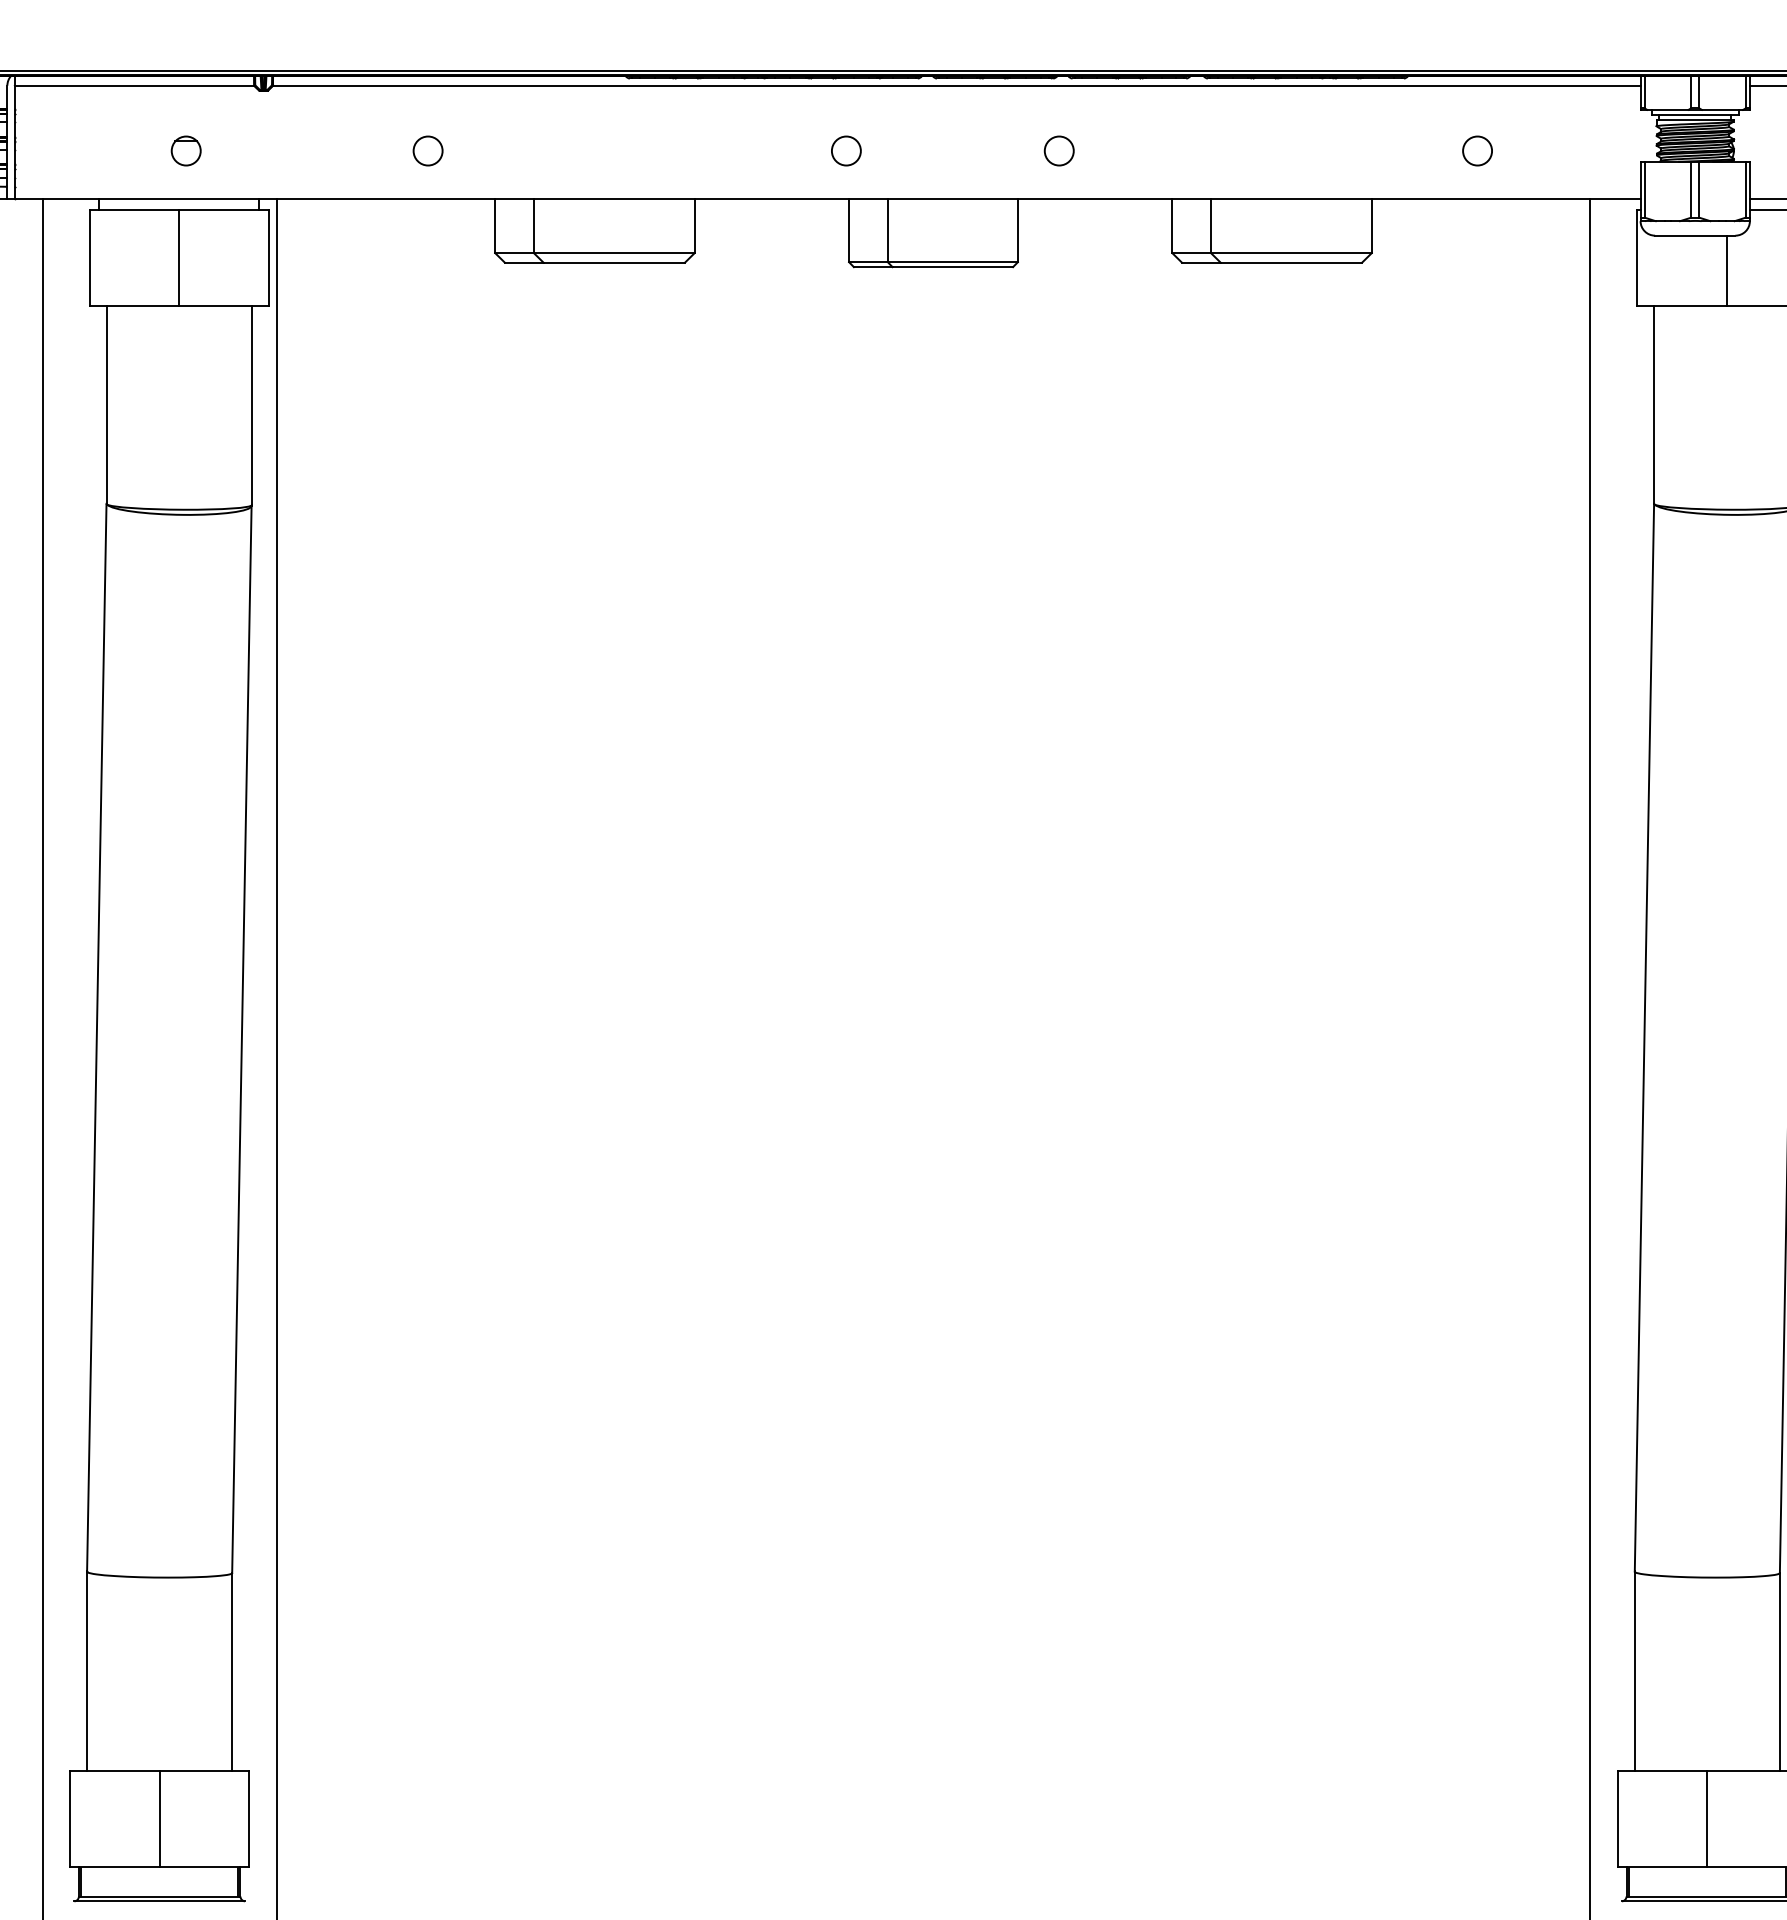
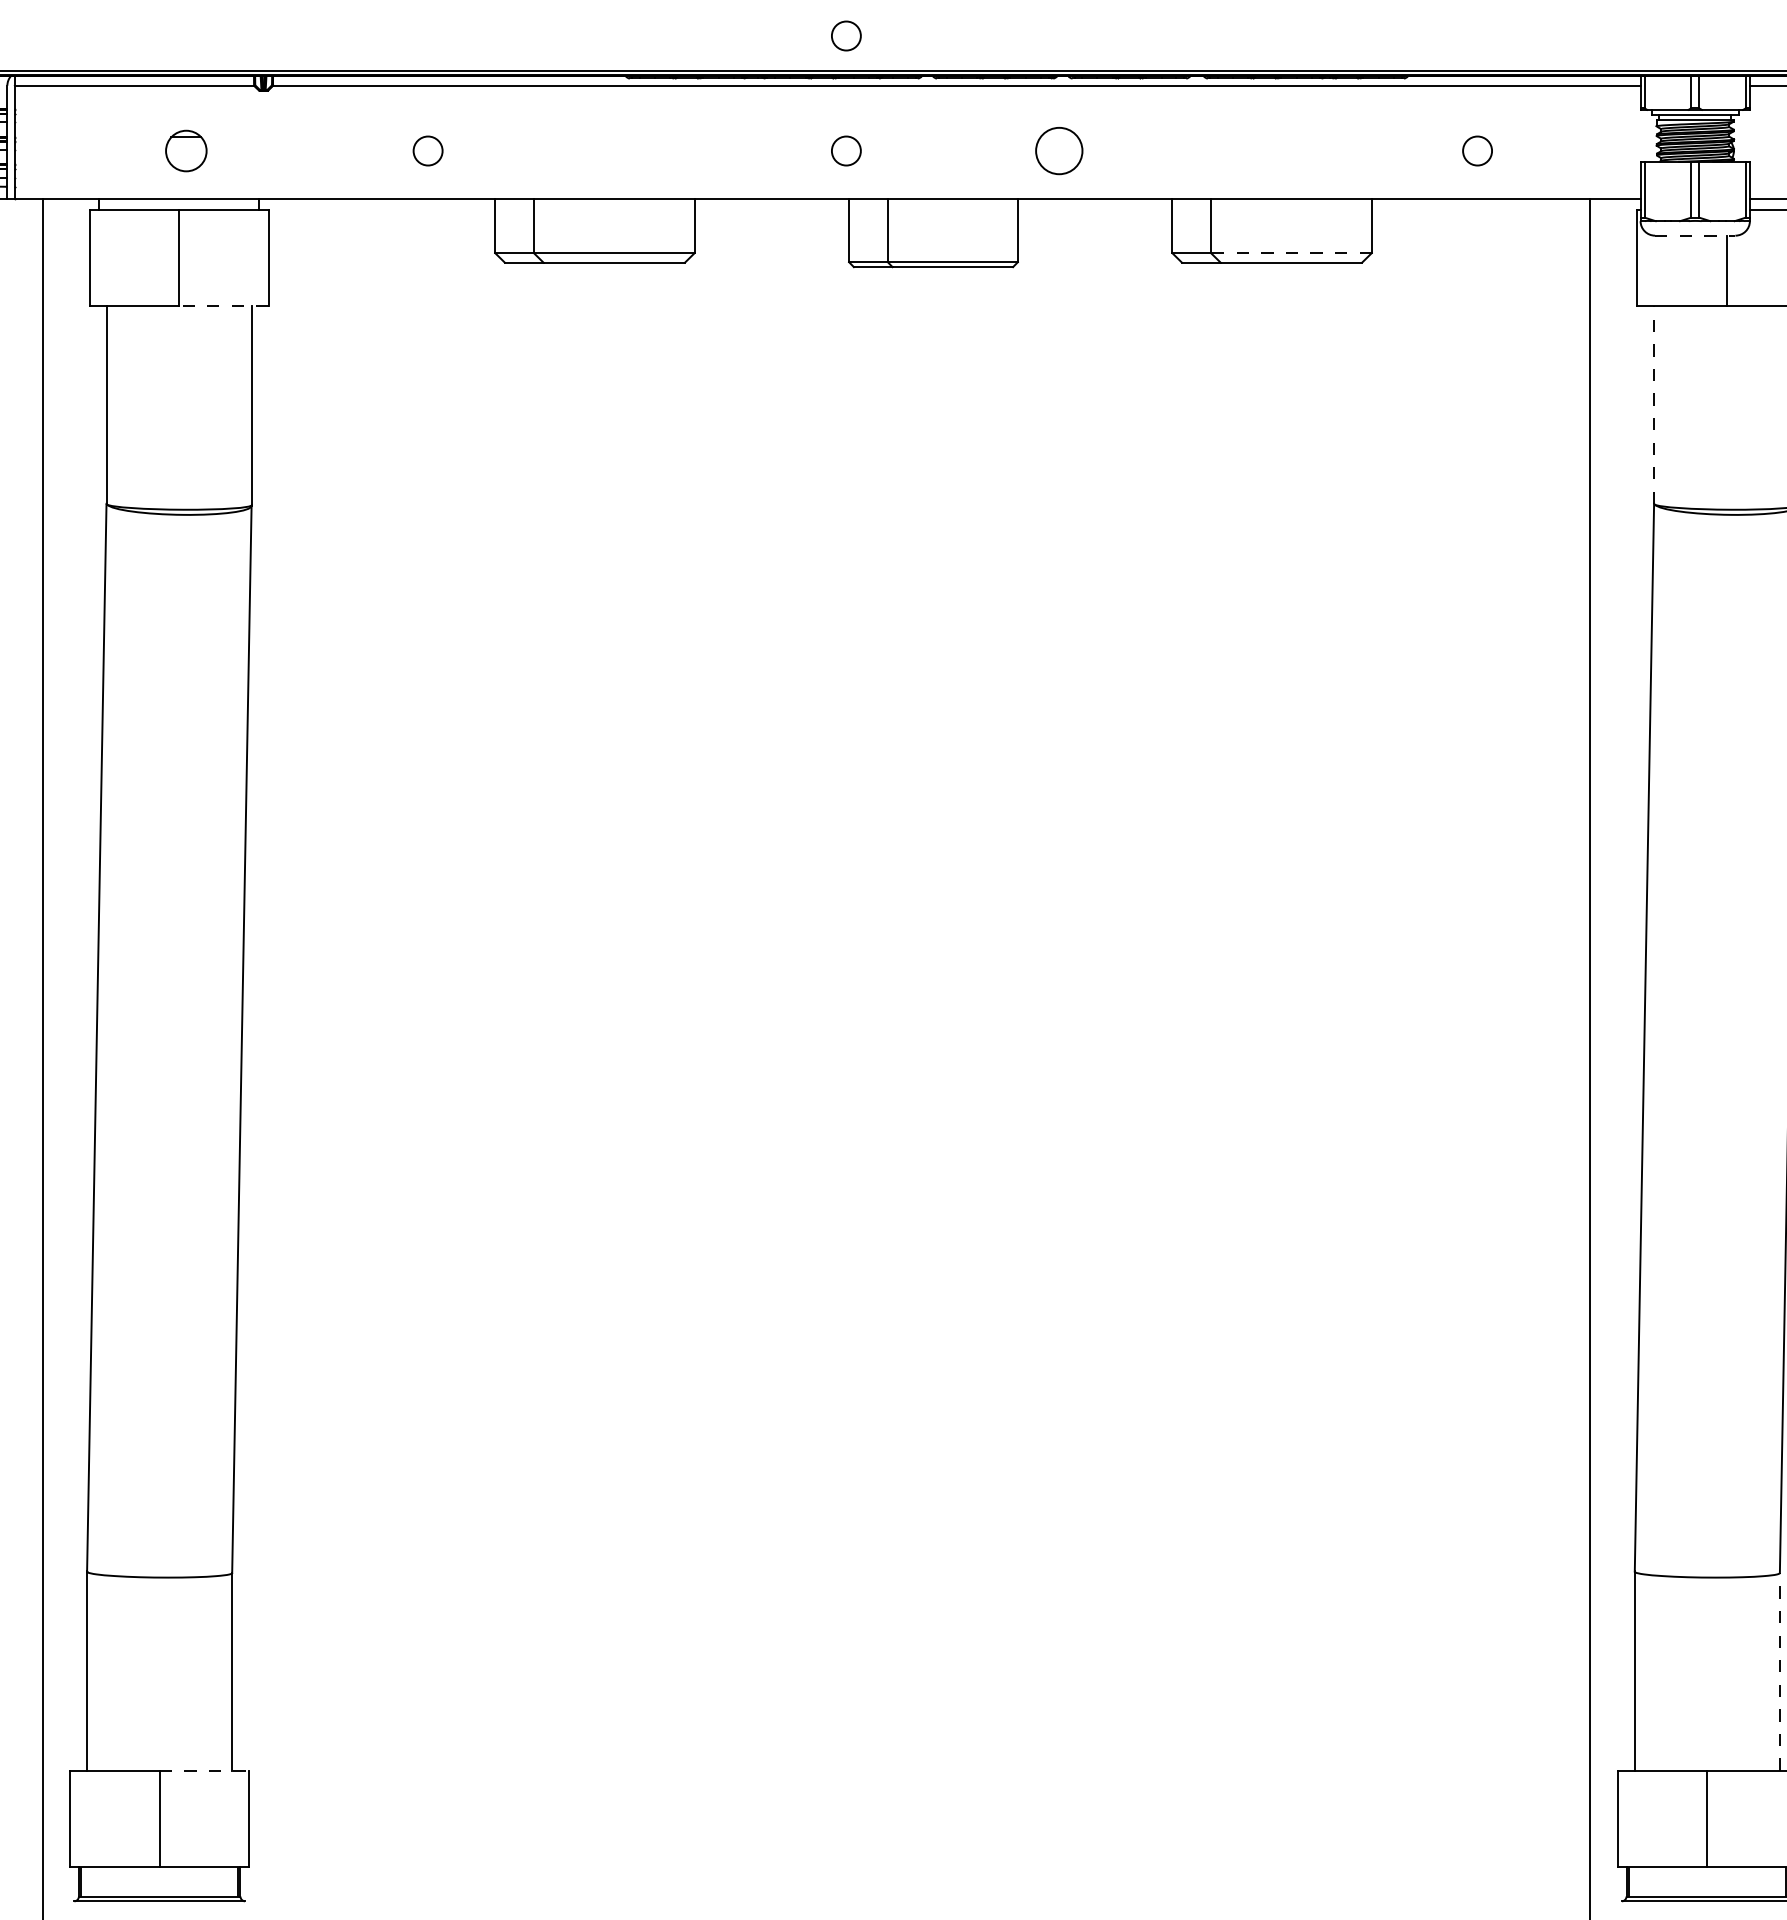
circle at (846, 35): none -> present
part at (185, 150) size: 32x32 px -> 43x44 px
circle at (1058, 150) diameter: 29 px -> 46 px
line at (1695, 235): solid -> dashed
line at (1290, 253): solid -> dashed
line at (223, 306): solid -> dashed
line at (1654, 405): solid -> dashed
line at (276, 1057): present -> none
line at (1779, 1671): solid -> dashed
line at (204, 1770): solid -> dashed
